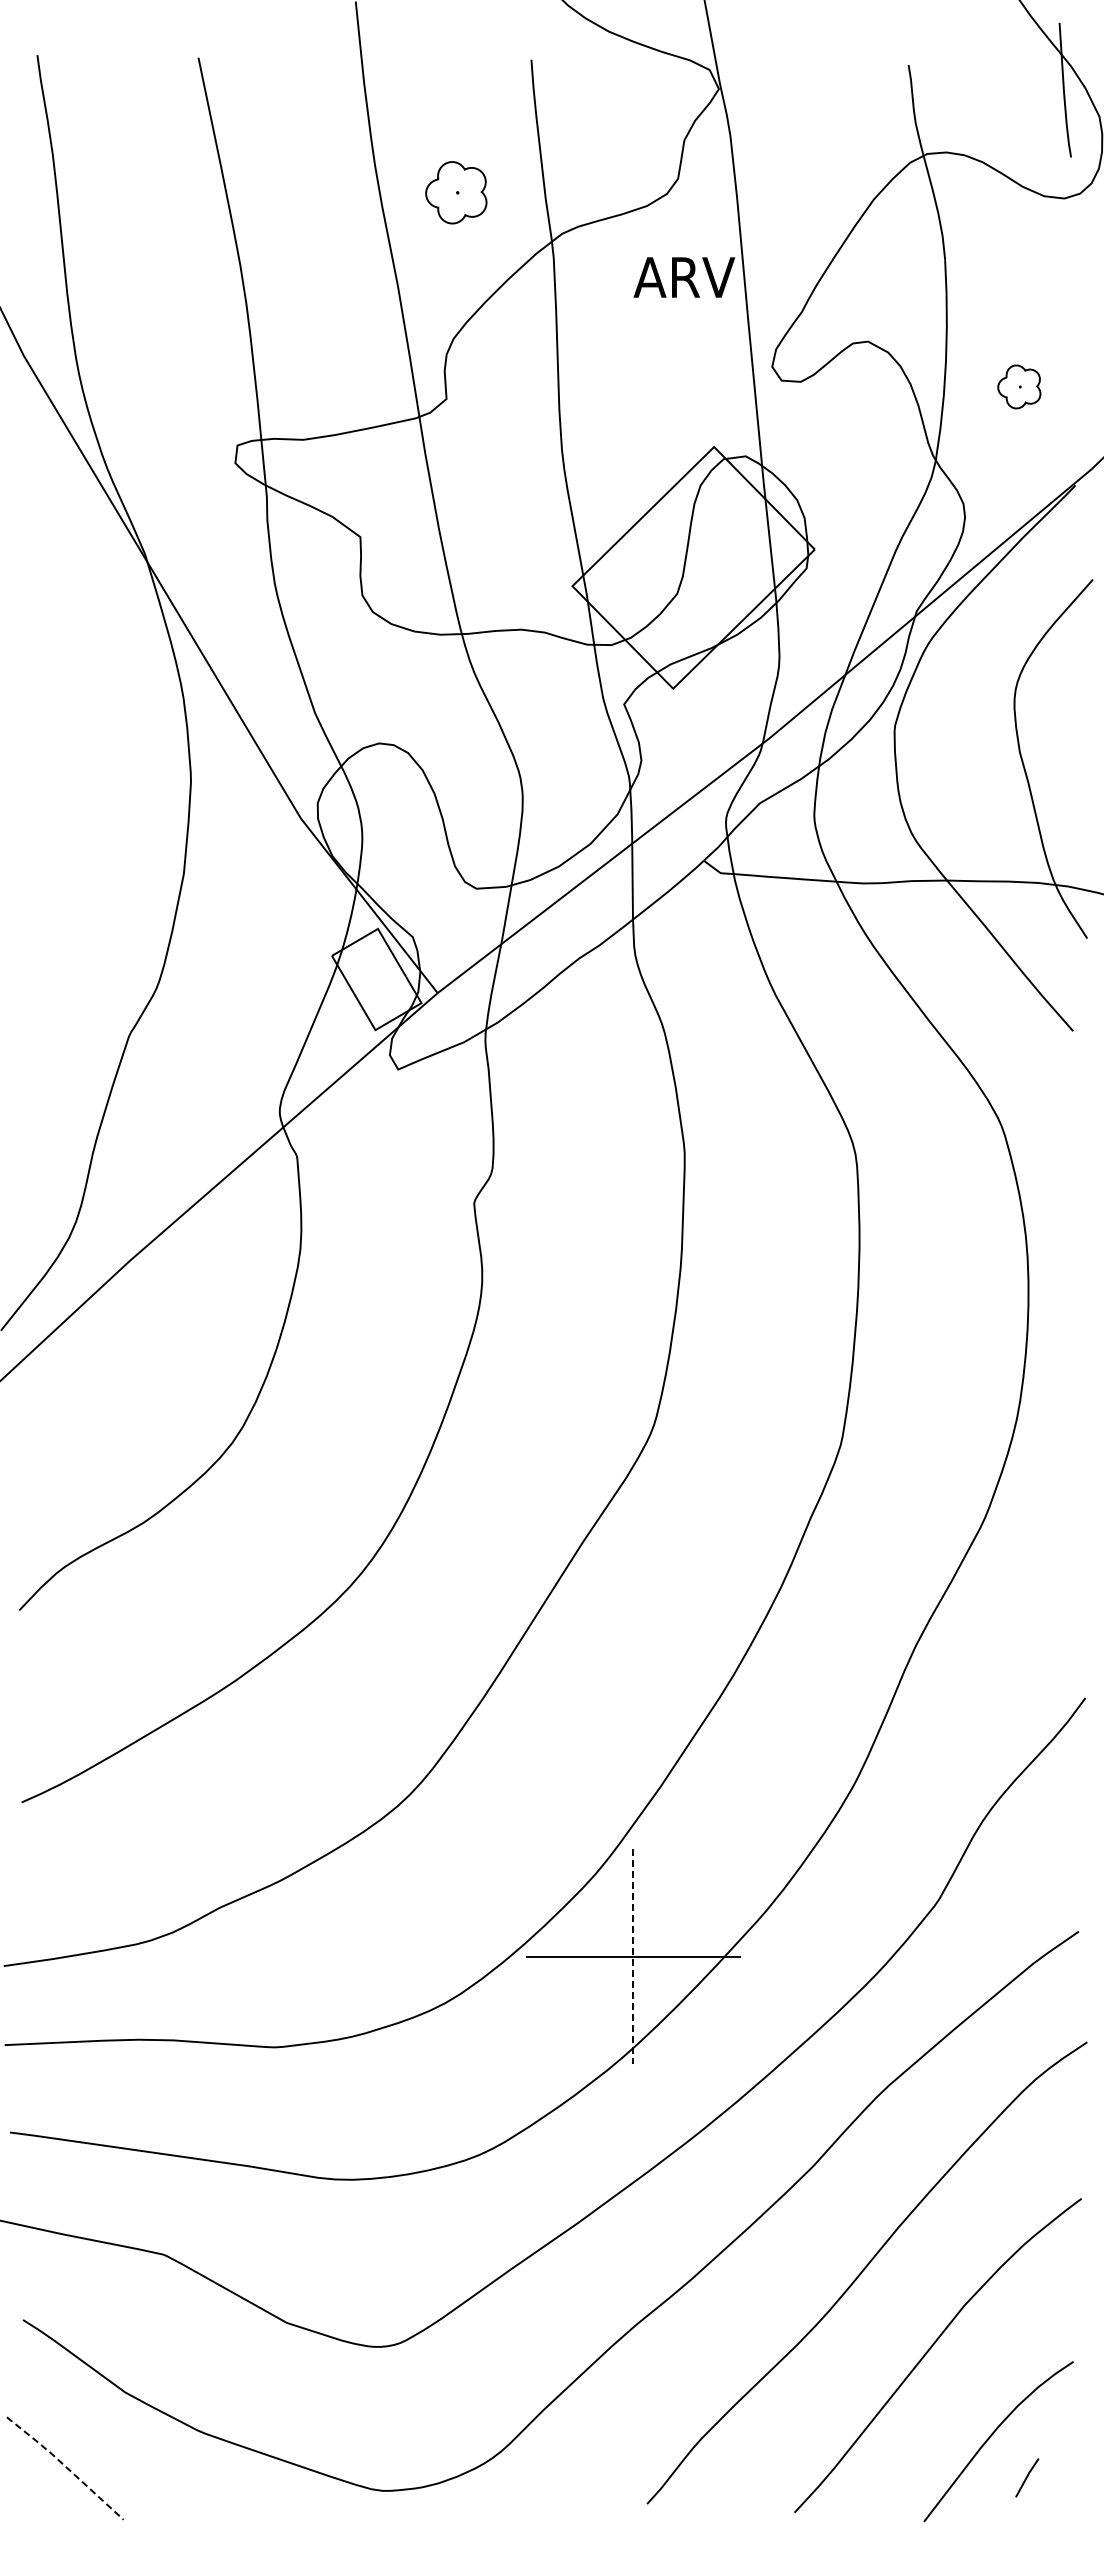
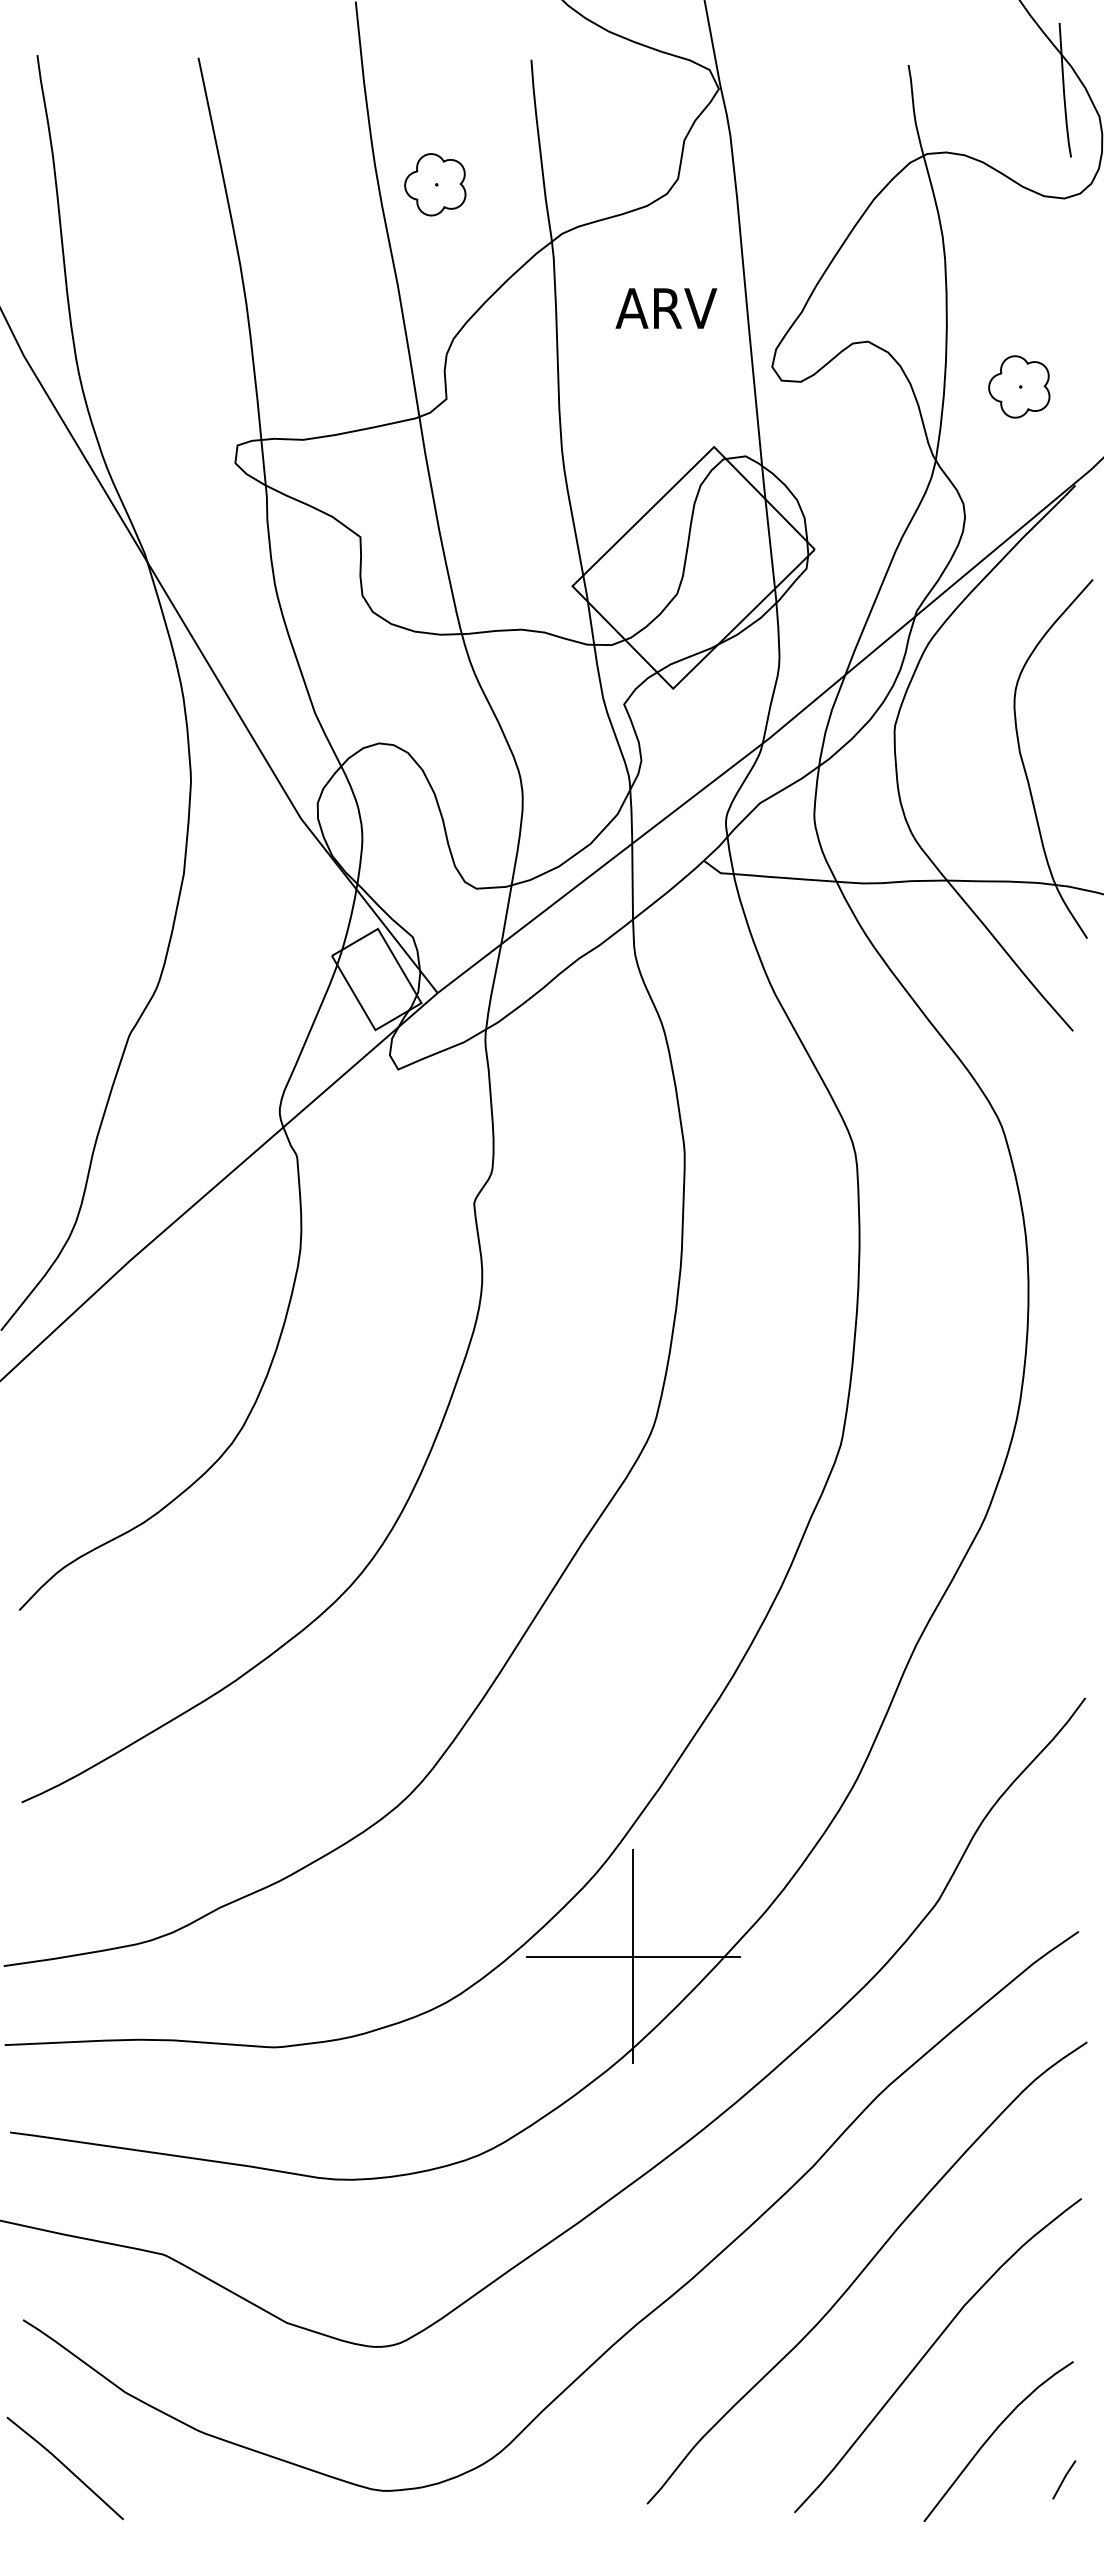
part at (456, 192) position: (456, 192) -> (435, 184)
text at (684, 277) position: (684, 277) -> (666, 308)
part at (1019, 386) size: 45x46 px -> 63x64 px
line at (633, 1956): dashed -> solid
line at (65, 2466): dashed -> solid
line at (1027, 2477) position: (1027, 2477) -> (1064, 2479)
